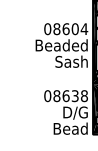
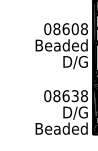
text at (84, 29): 08604 -> 08608
text at (71, 62): Sash -> D/G
text at (57, 128): Bead -> Beaded
